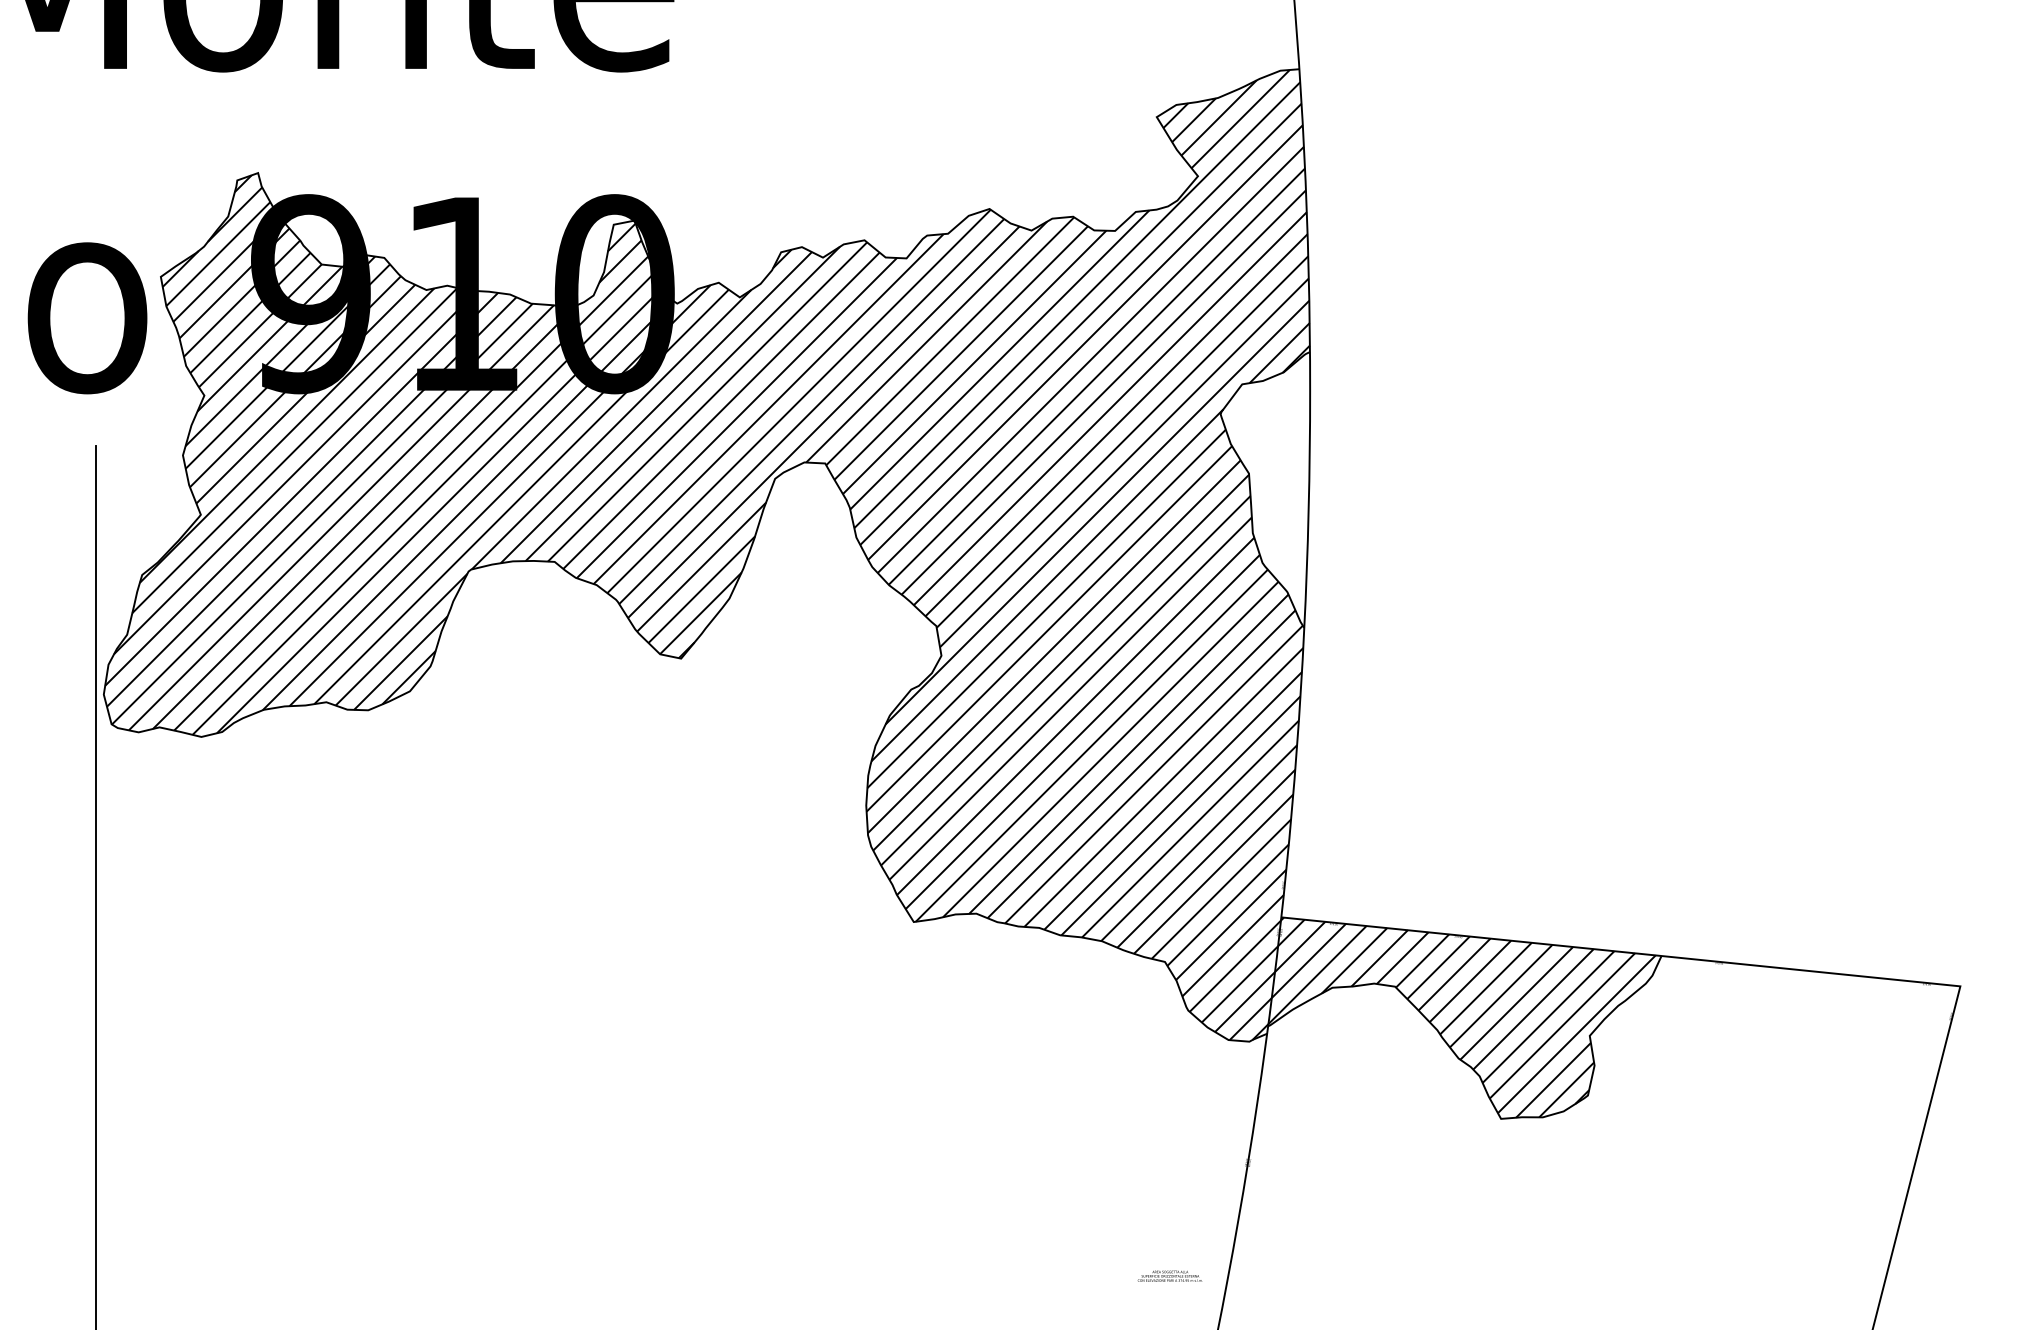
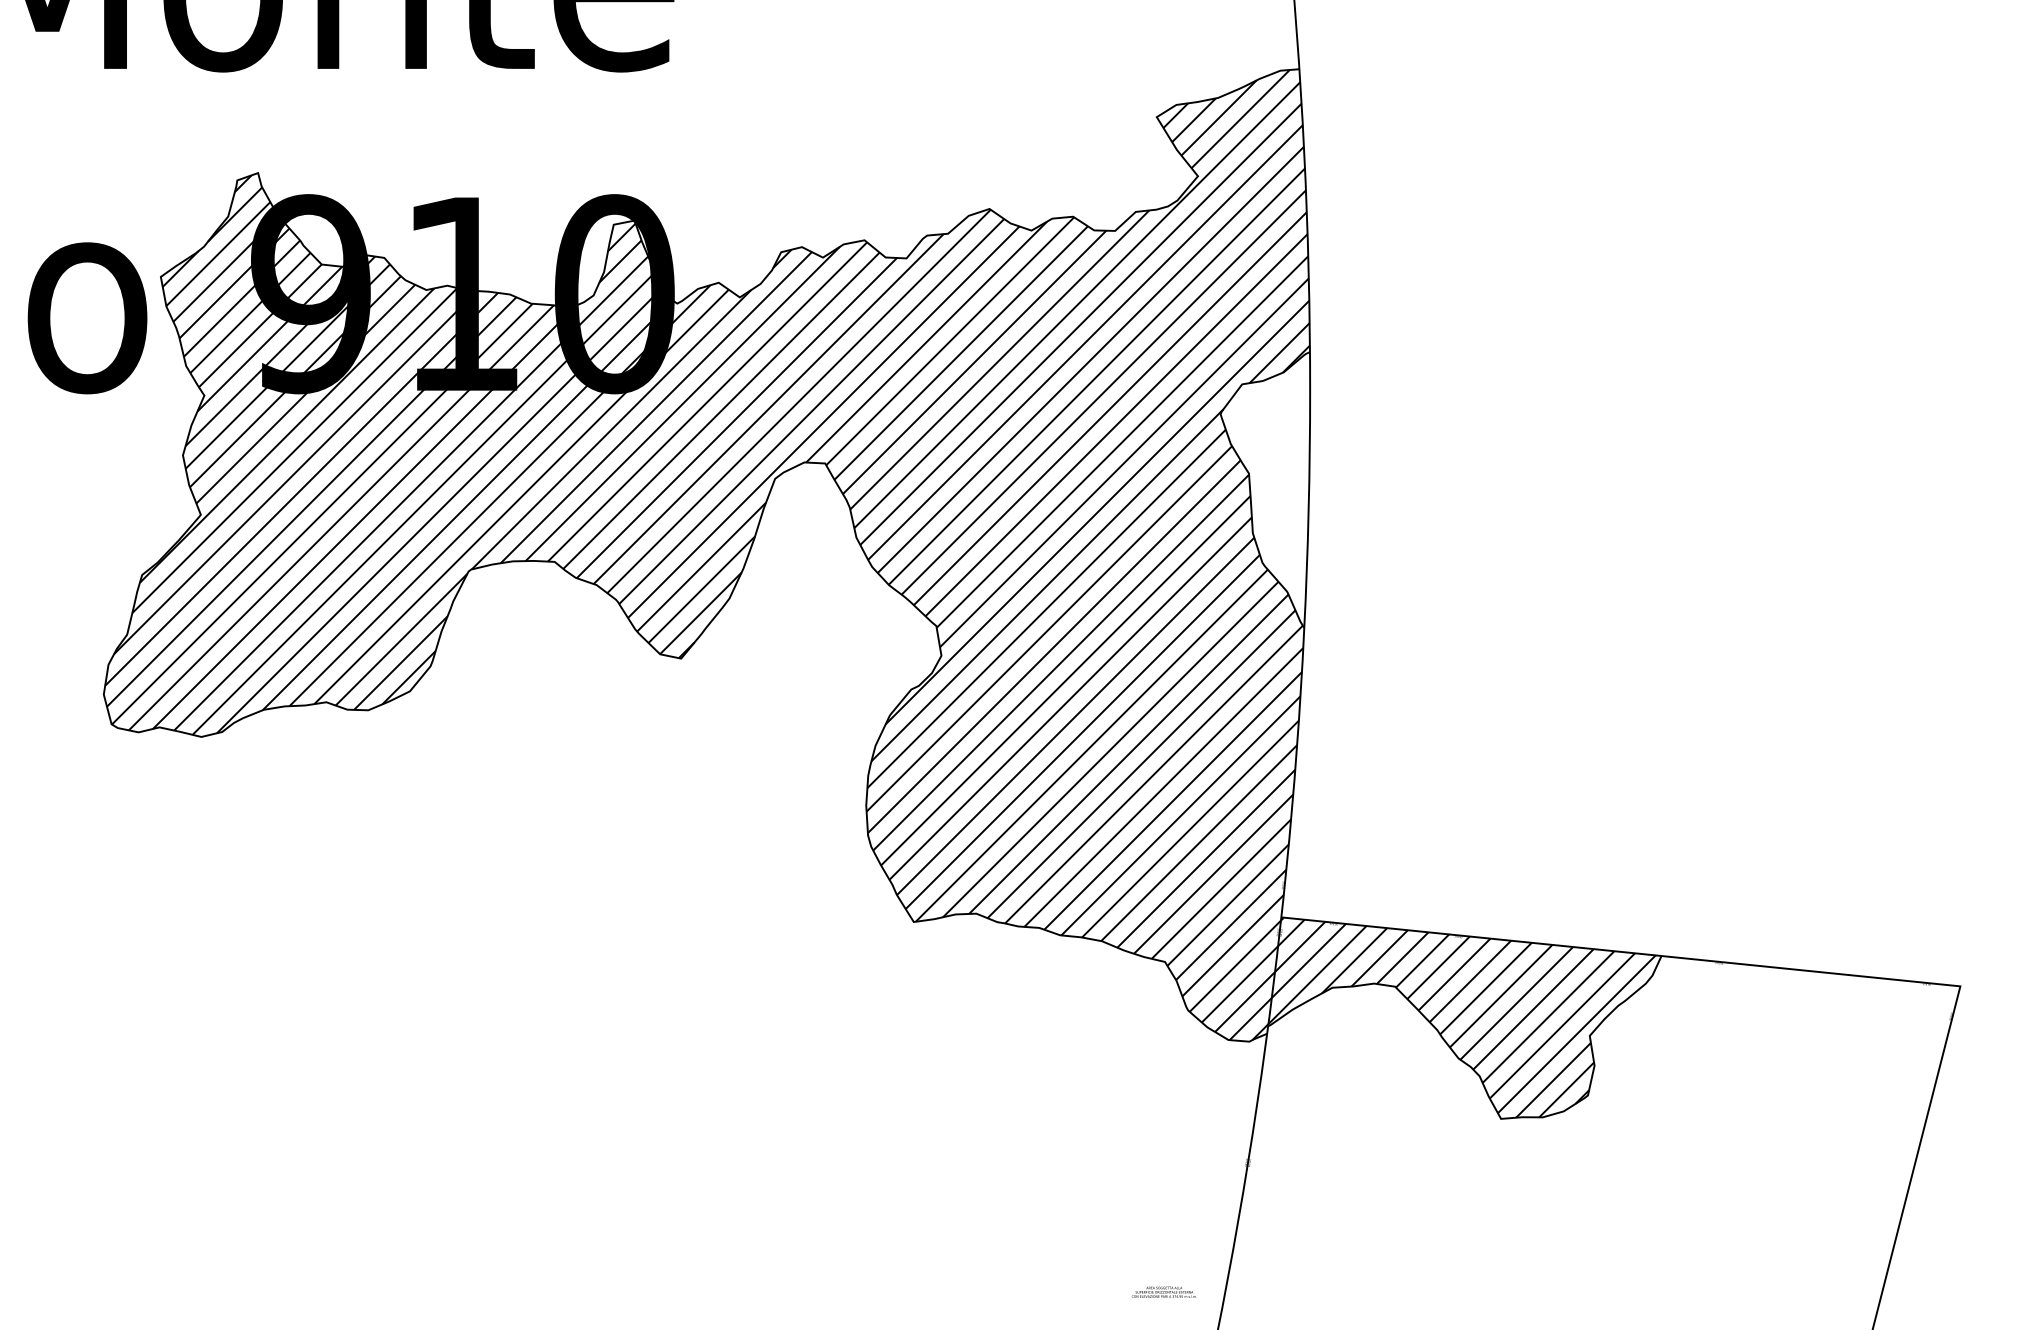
line at (96, 885): present -> none
text at (1169, 1275) position: (1169, 1275) -> (1163, 1291)
